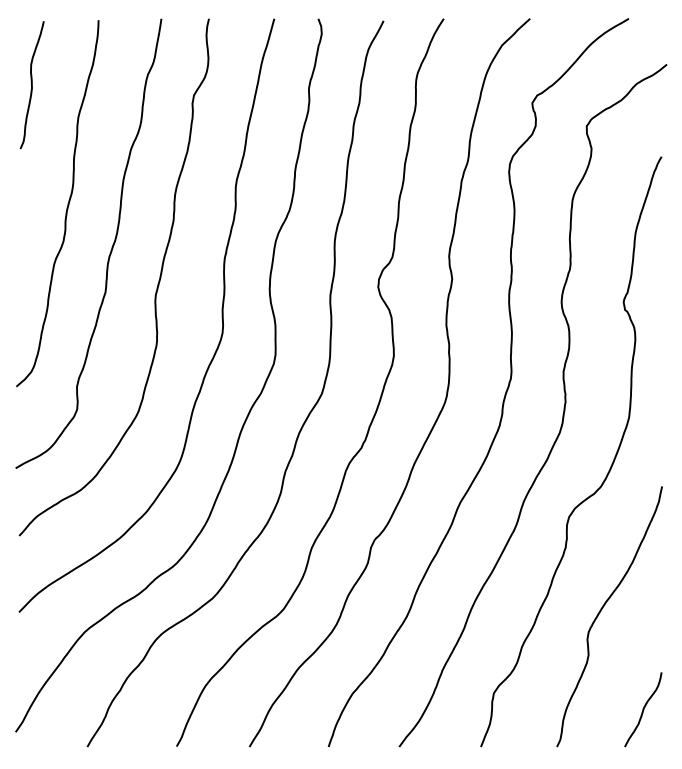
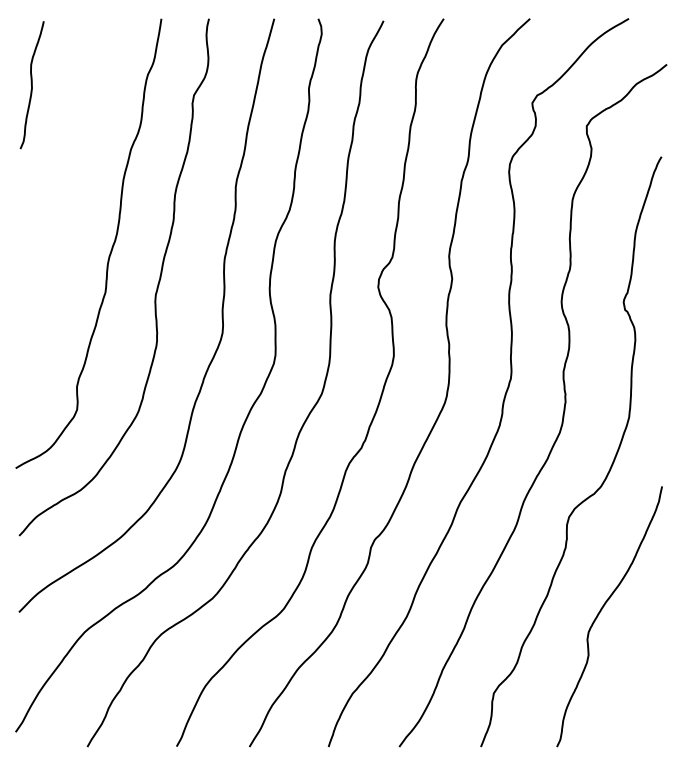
curve at (66, 207): present -> none
curve at (643, 709): present -> none
